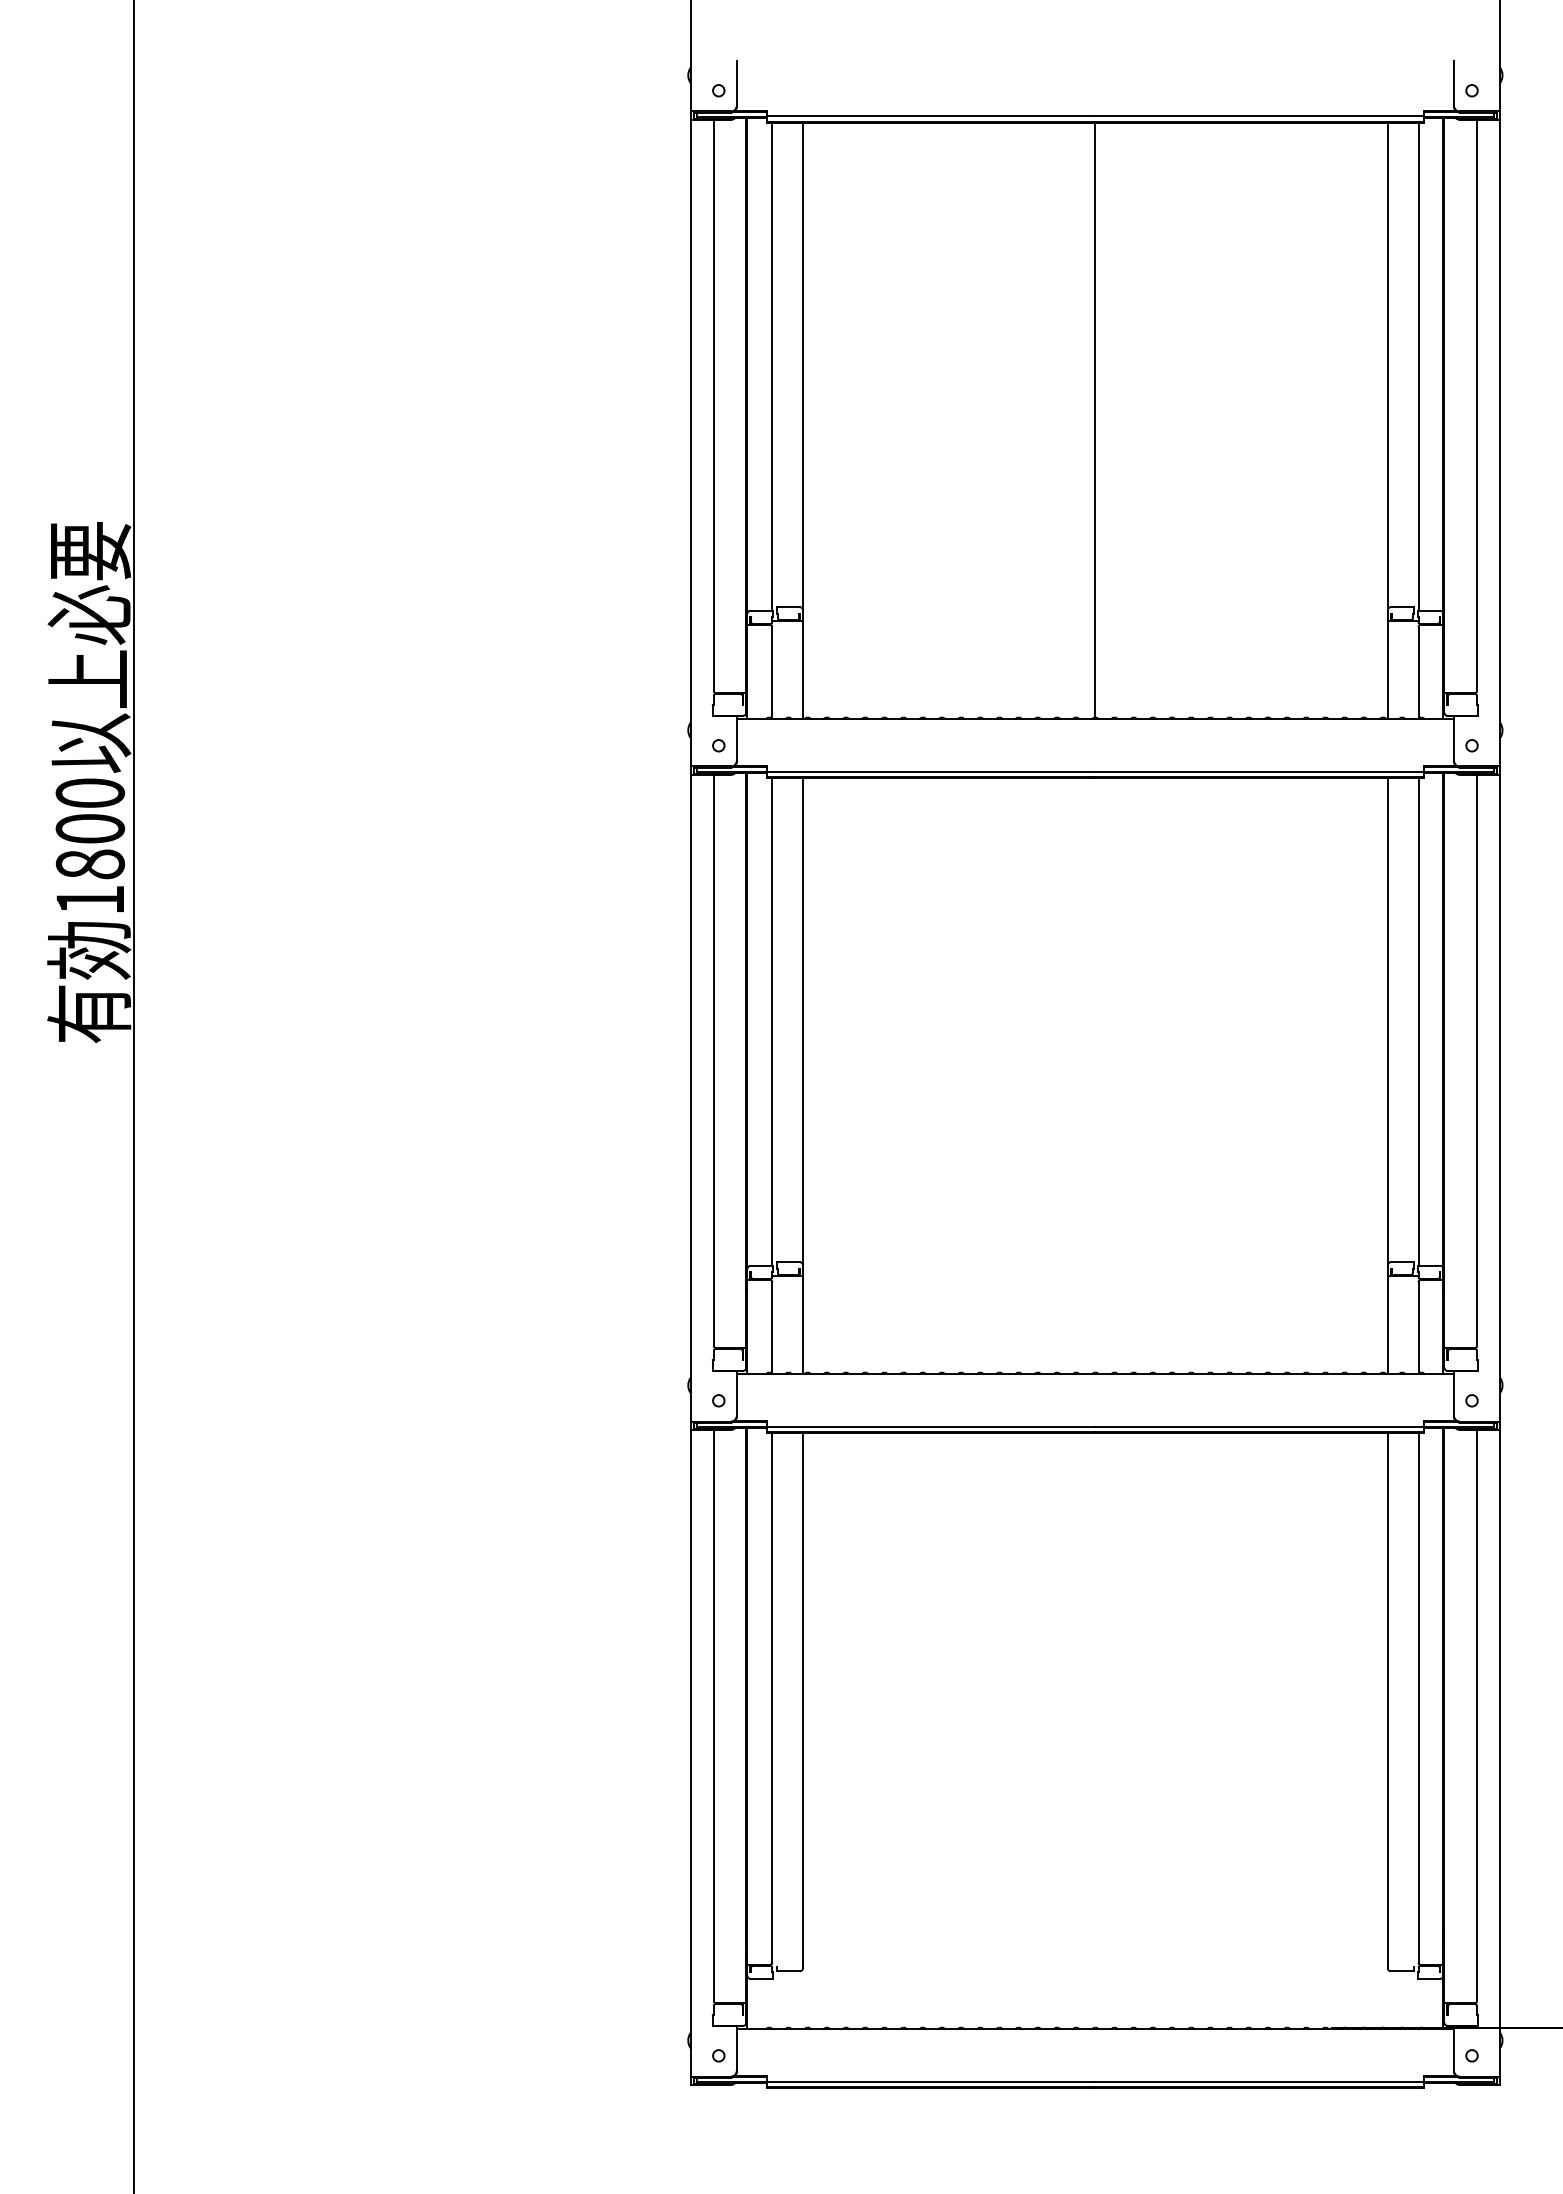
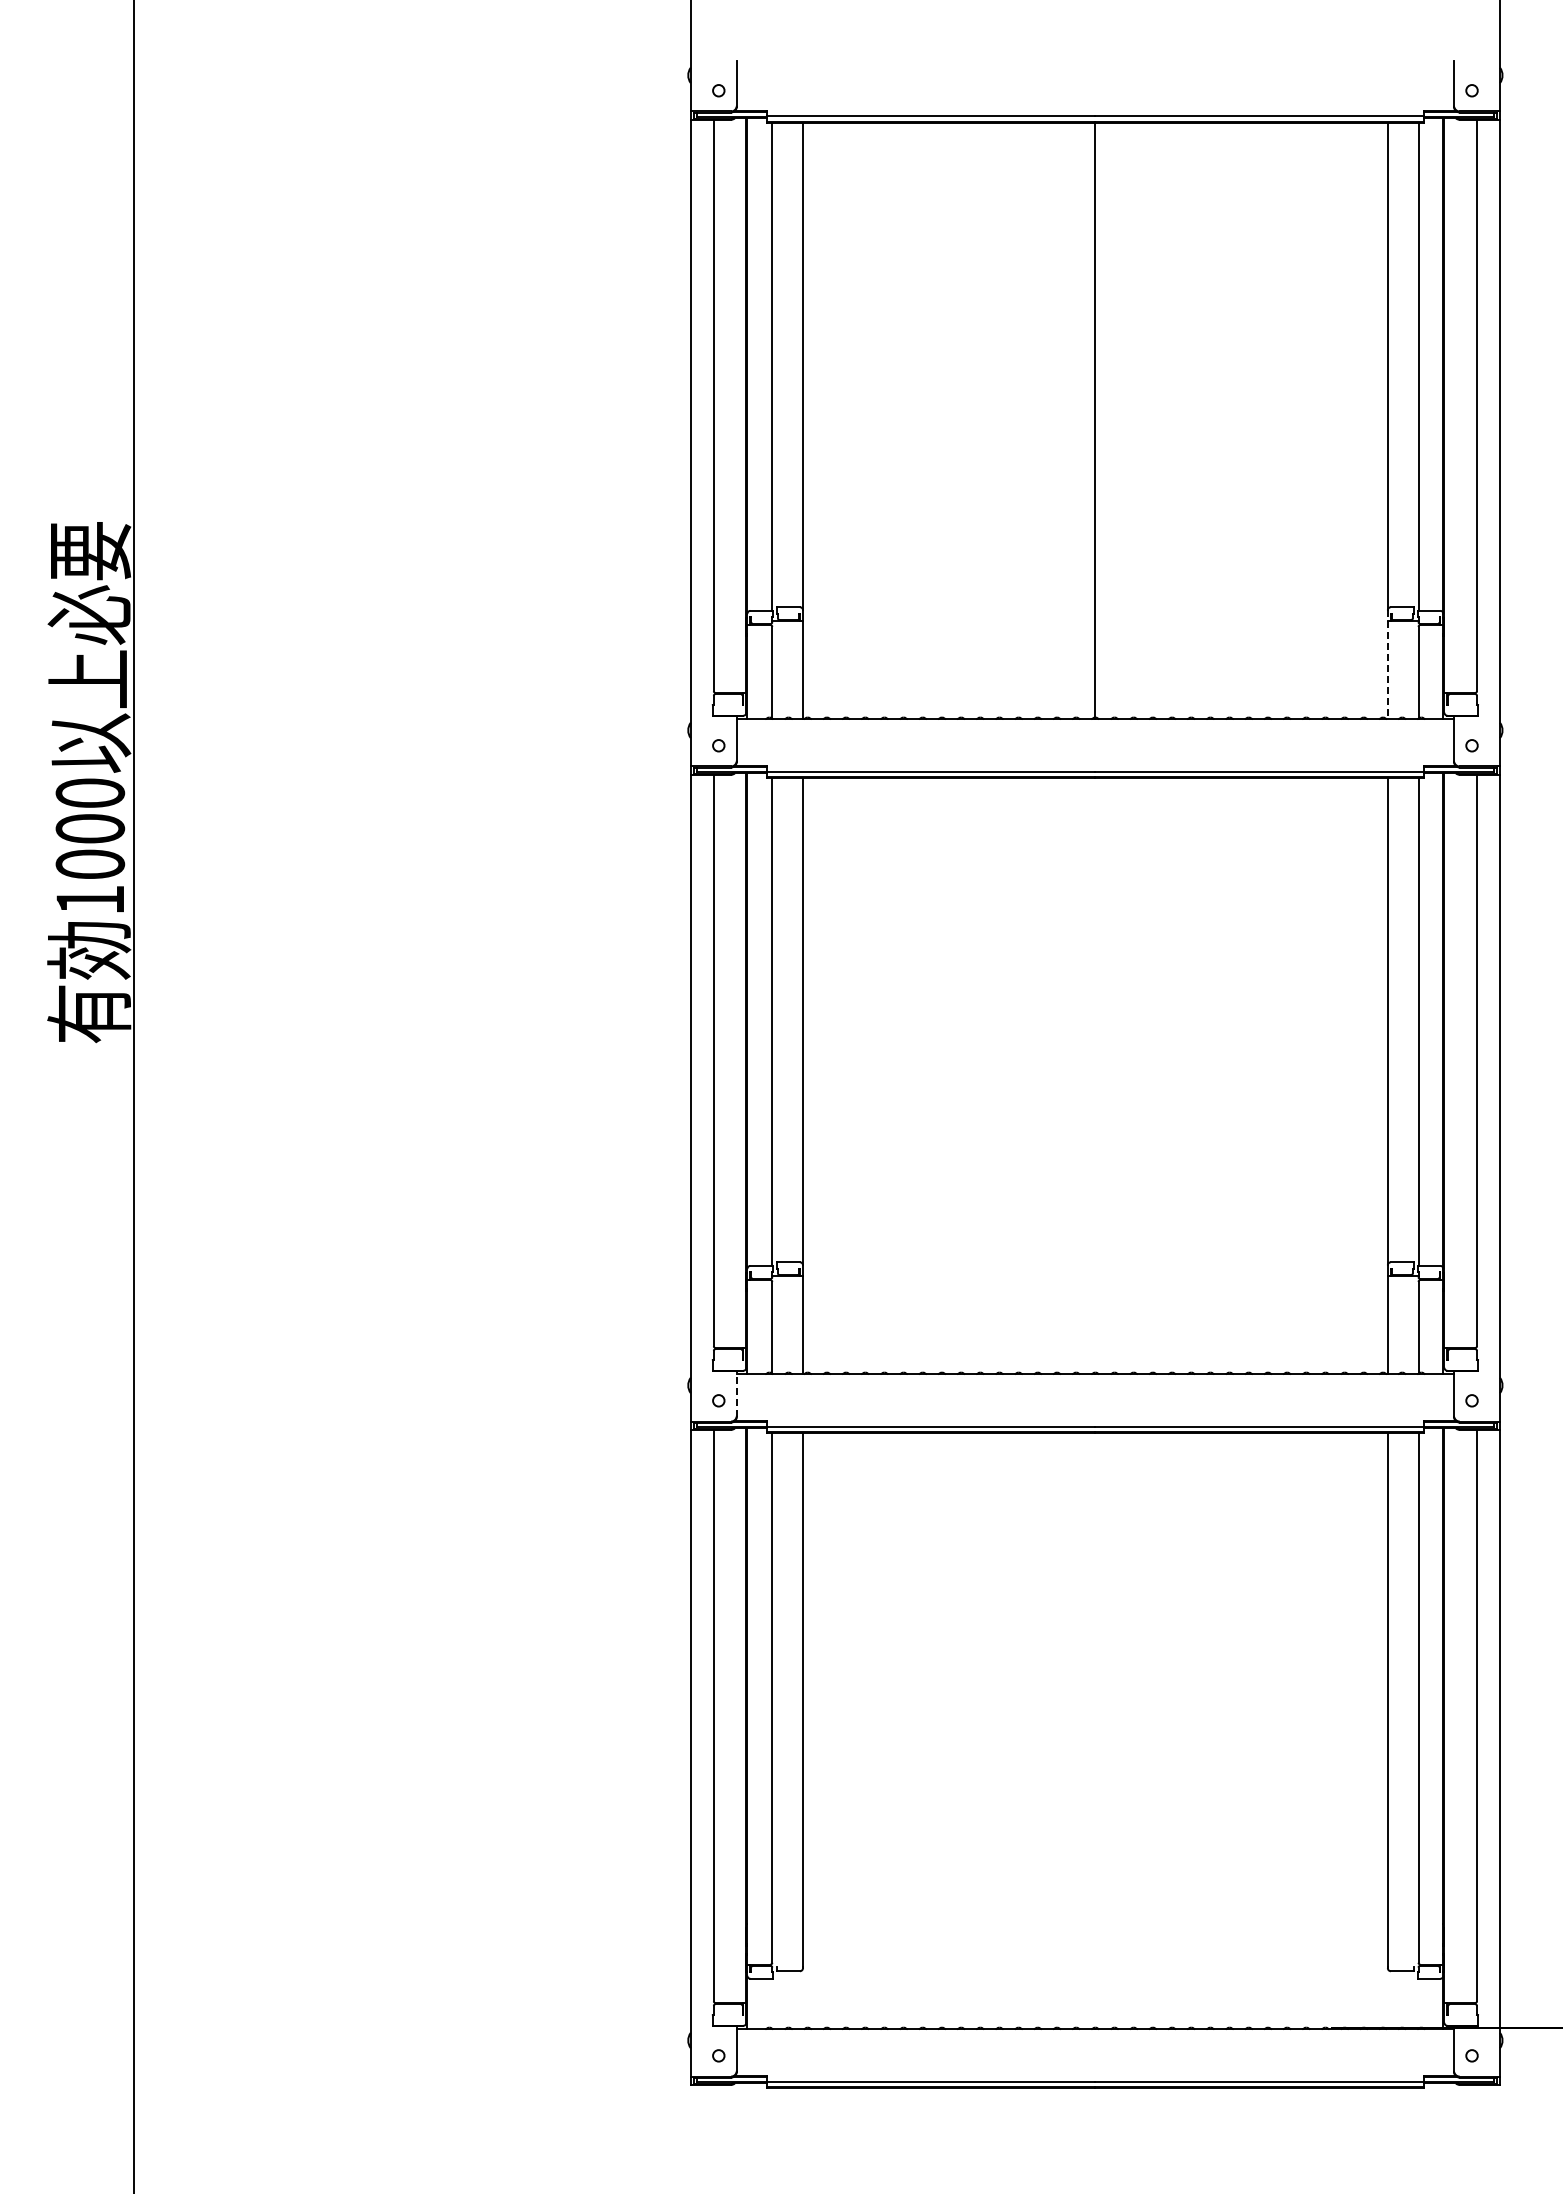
line at (1387, 665): solid -> dashed
text at (89, 864): 1800 -> 1000
line at (736, 1393): solid -> dashed
